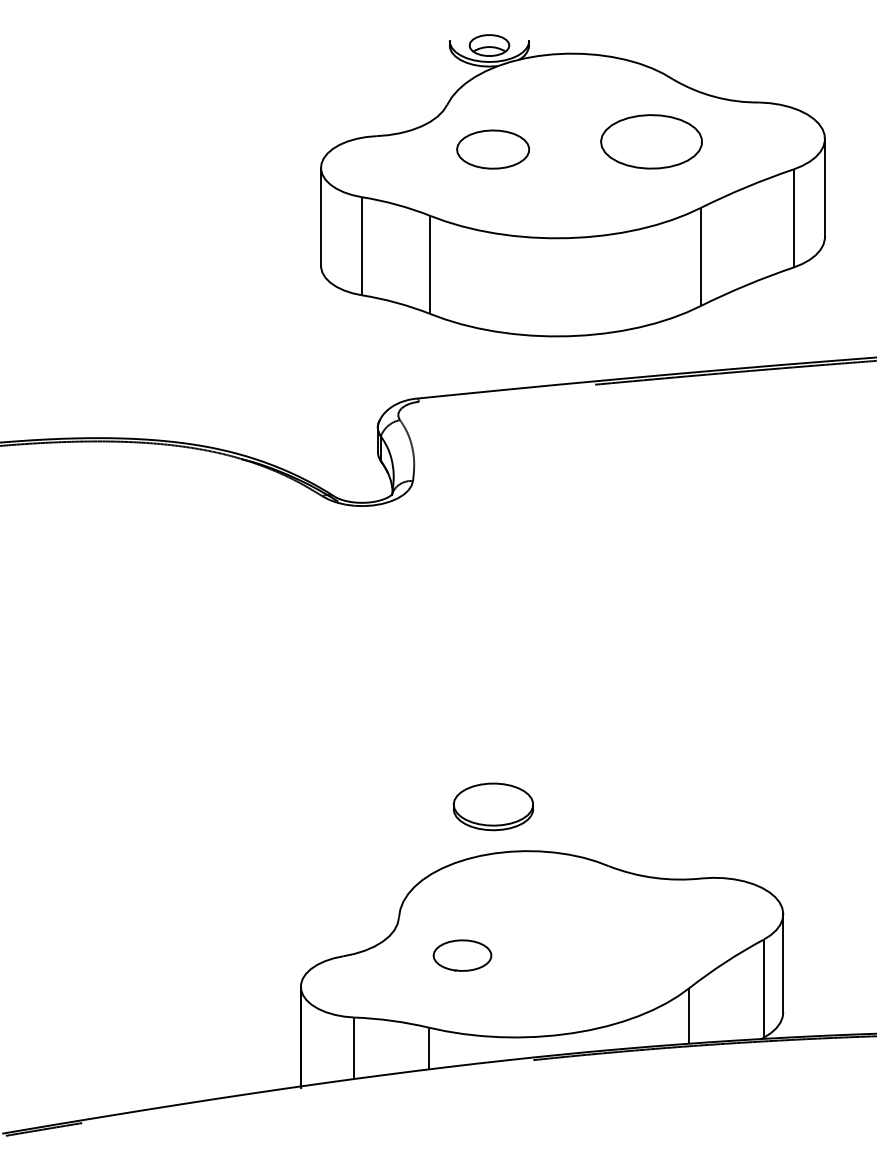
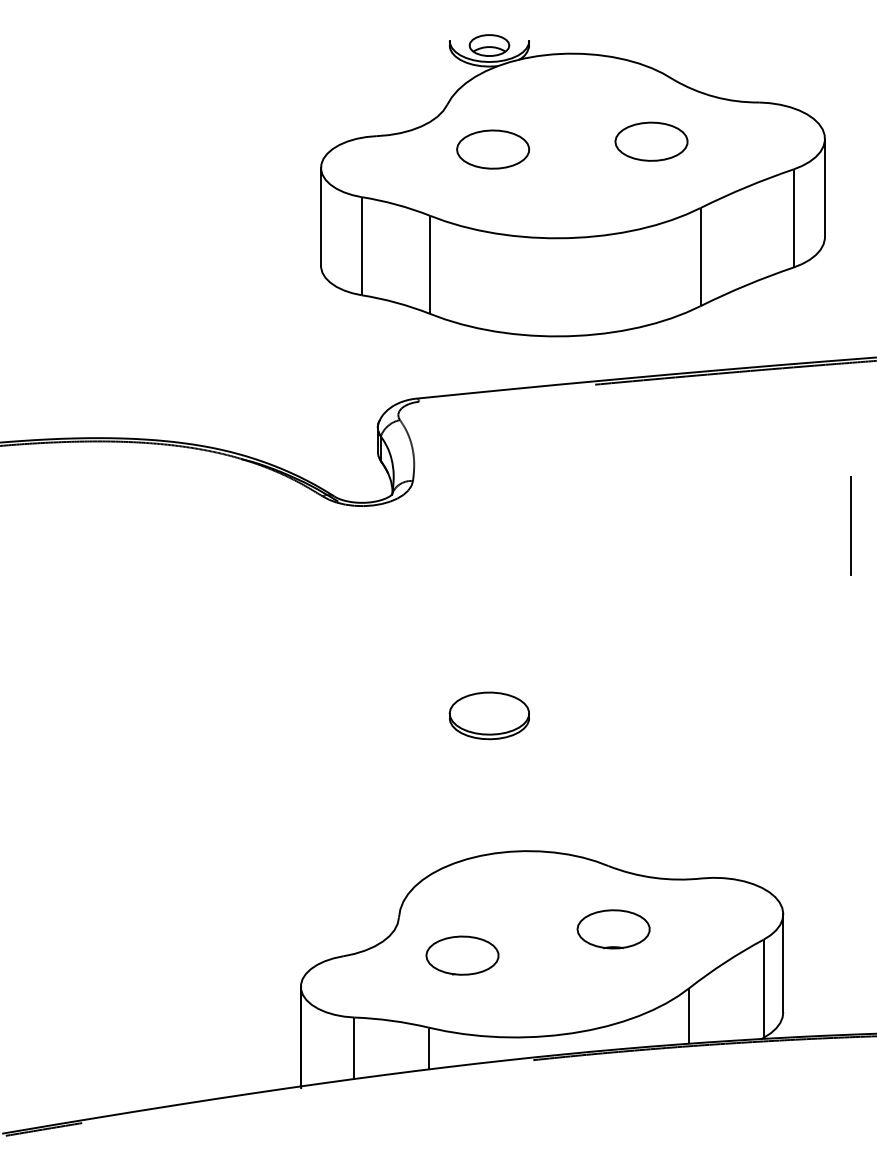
part at (651, 141) size: 103x56 px -> 75x41 px
line at (850, 525): none -> present
part at (493, 806) position: (493, 806) -> (489, 715)
part at (613, 929): none -> present
part at (462, 955) size: 61x33 px -> 75x41 px
